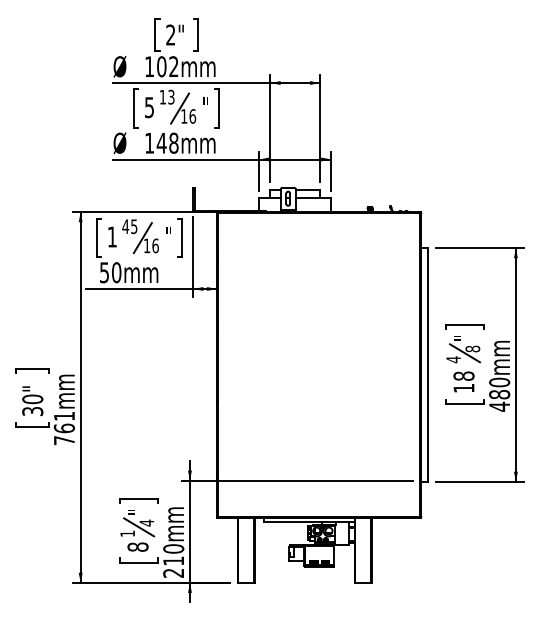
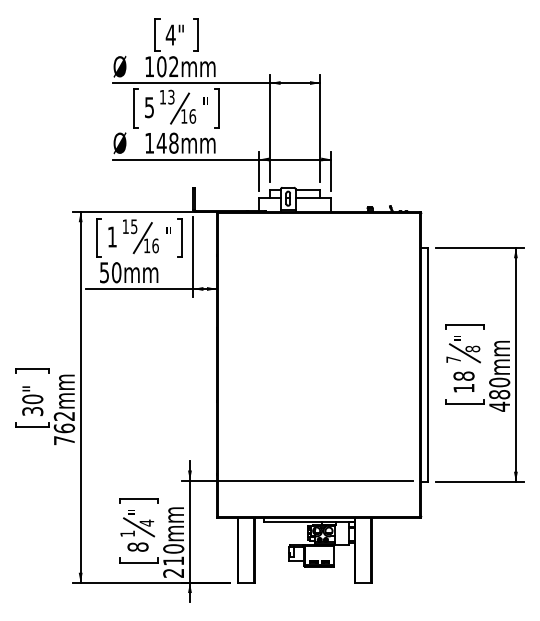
text at (170, 34): 2" -> 4"
text at (125, 226): 45 -> 15
text at (453, 359): 4 -> 7
text at (63, 416): 761mm -> 762mm
